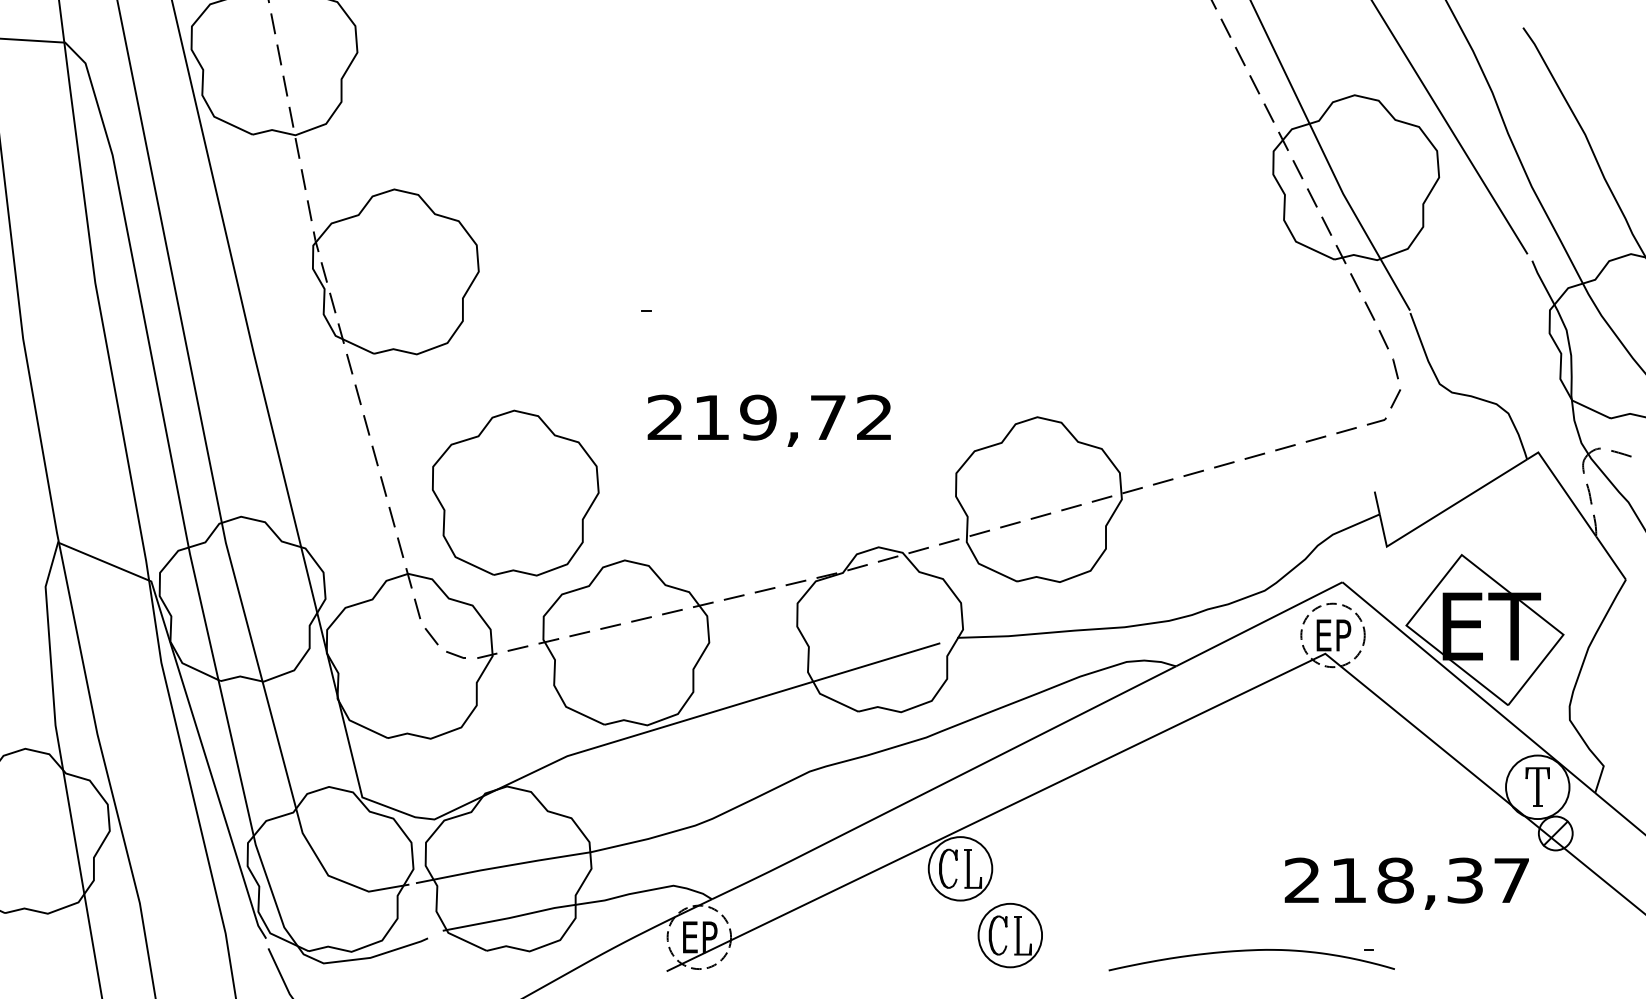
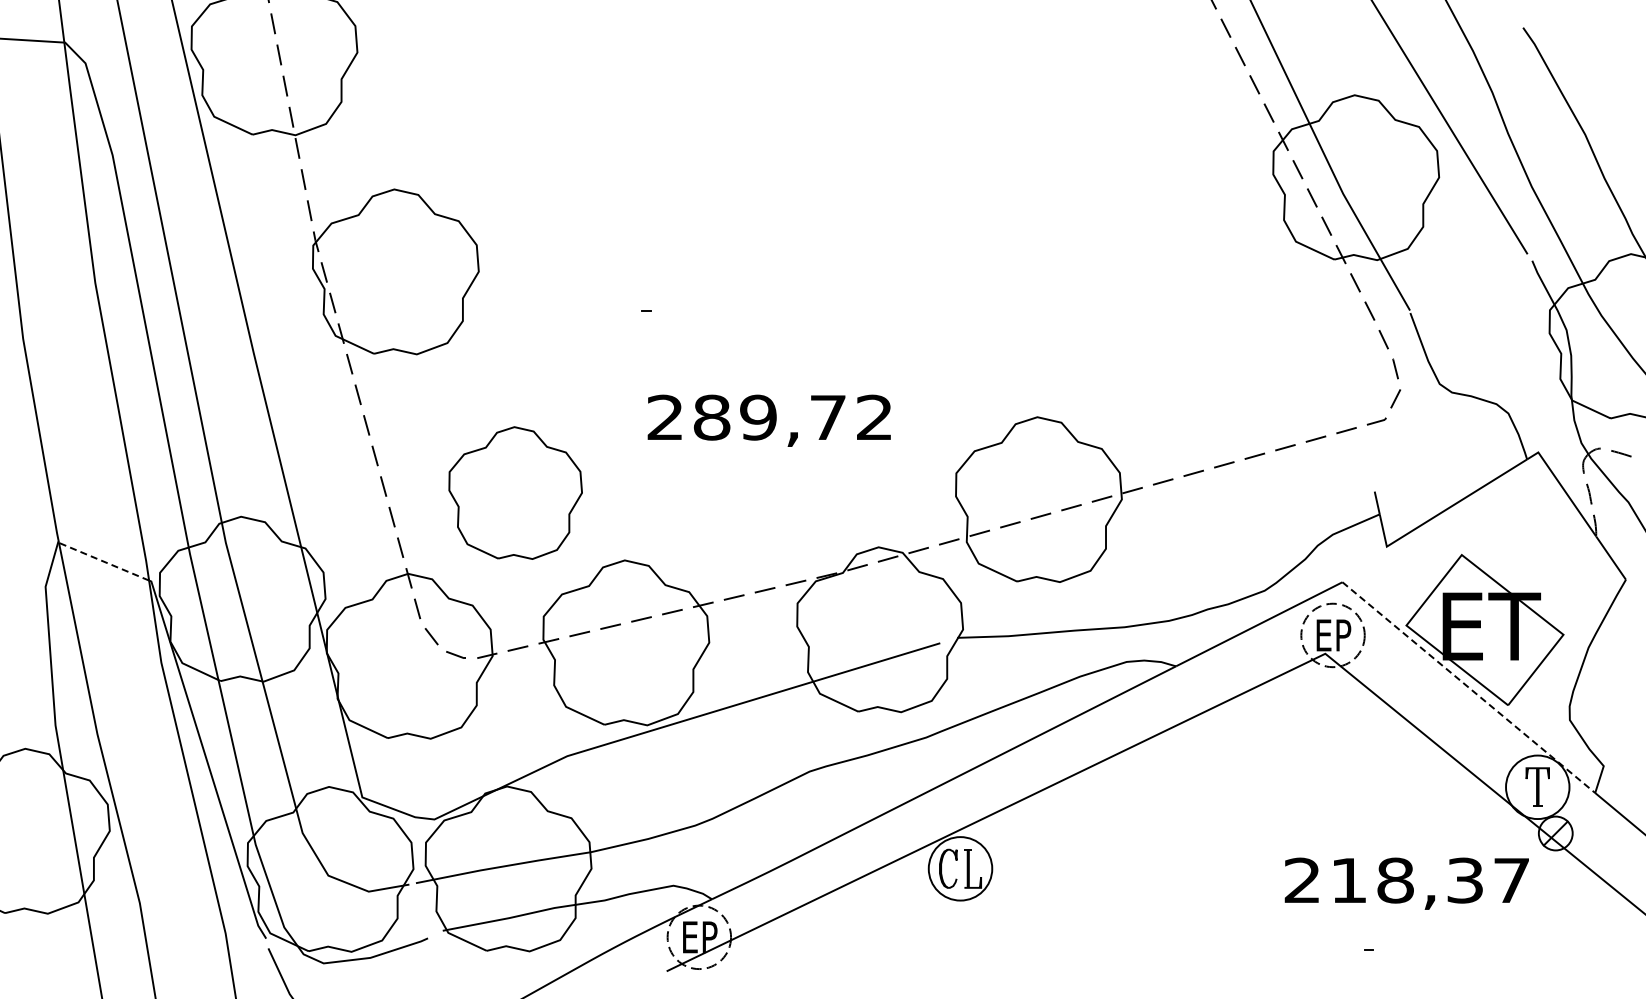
text at (711, 417): 219,72 -> 289,72
part at (515, 492) size: 169x168 px -> 135x134 px
line at (104, 561): solid -> dashed
line at (1468, 687): solid -> dashed
part at (1009, 935): present -> none
curve at (1251, 951): present -> none
